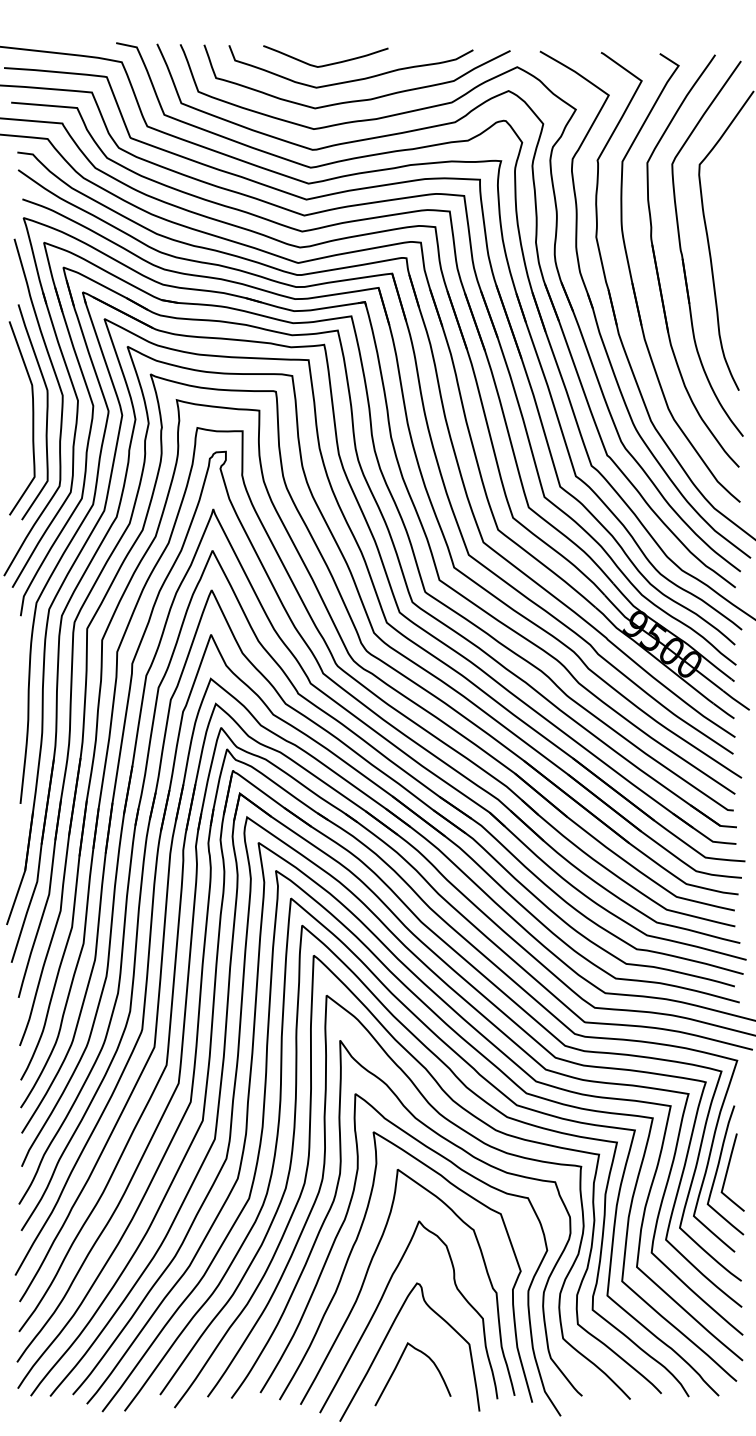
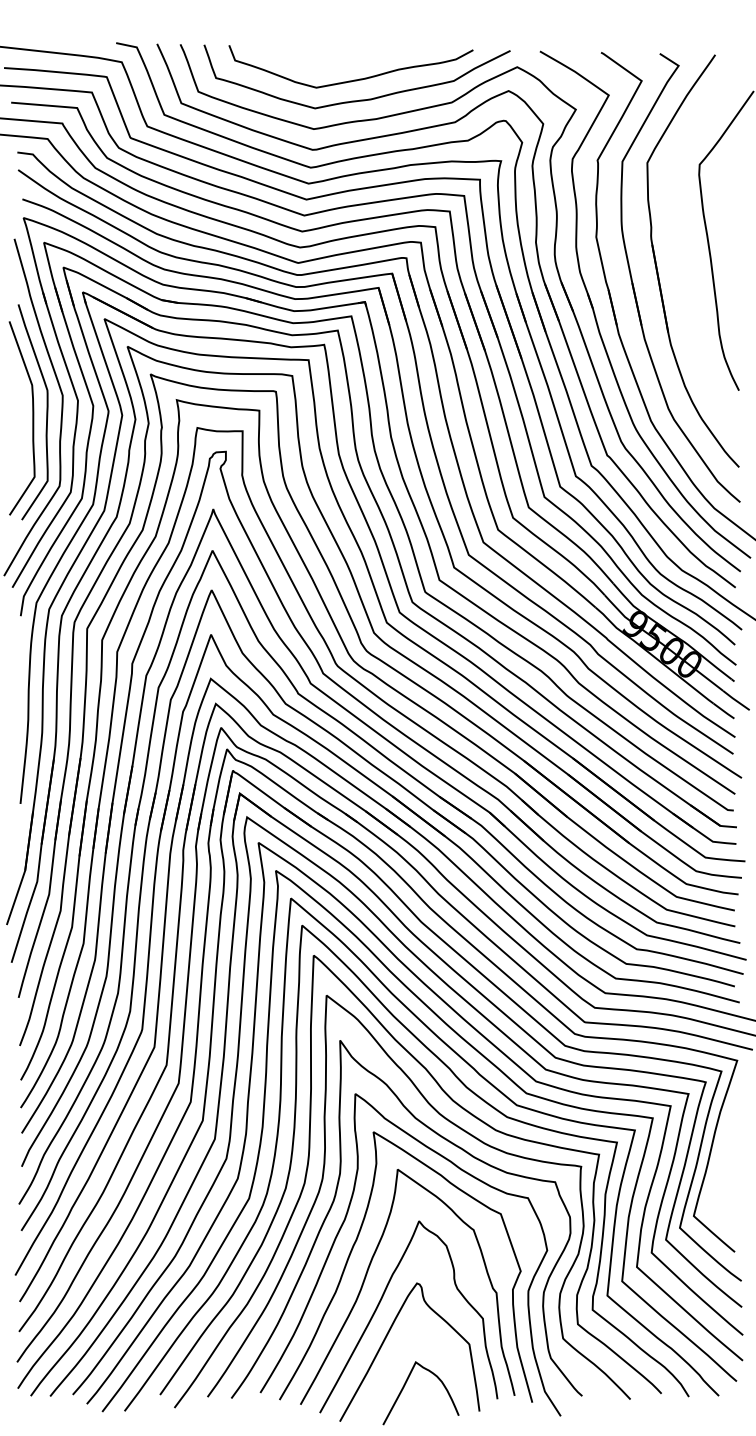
curve at (325, 64): present -> none
part at (683, 256): present -> none
part at (725, 1170): present -> none
curve at (397, 1366) position: (397, 1366) -> (405, 1385)
